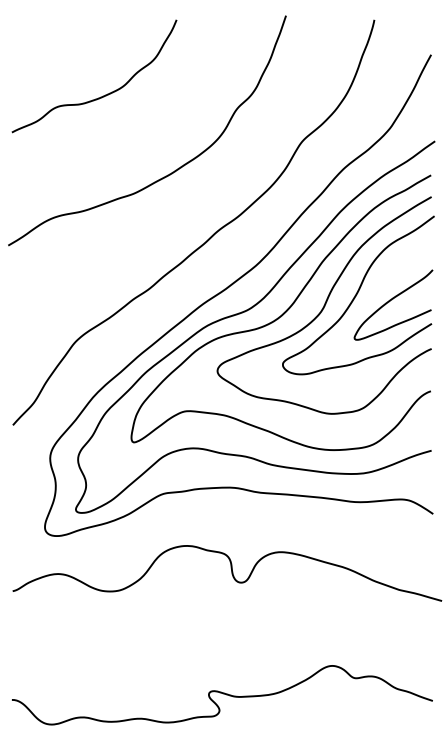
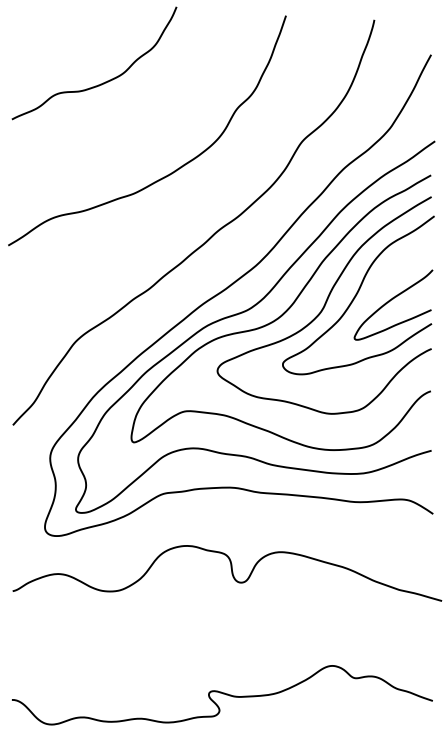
curve at (100, 96) position: (100, 96) -> (100, 83)
